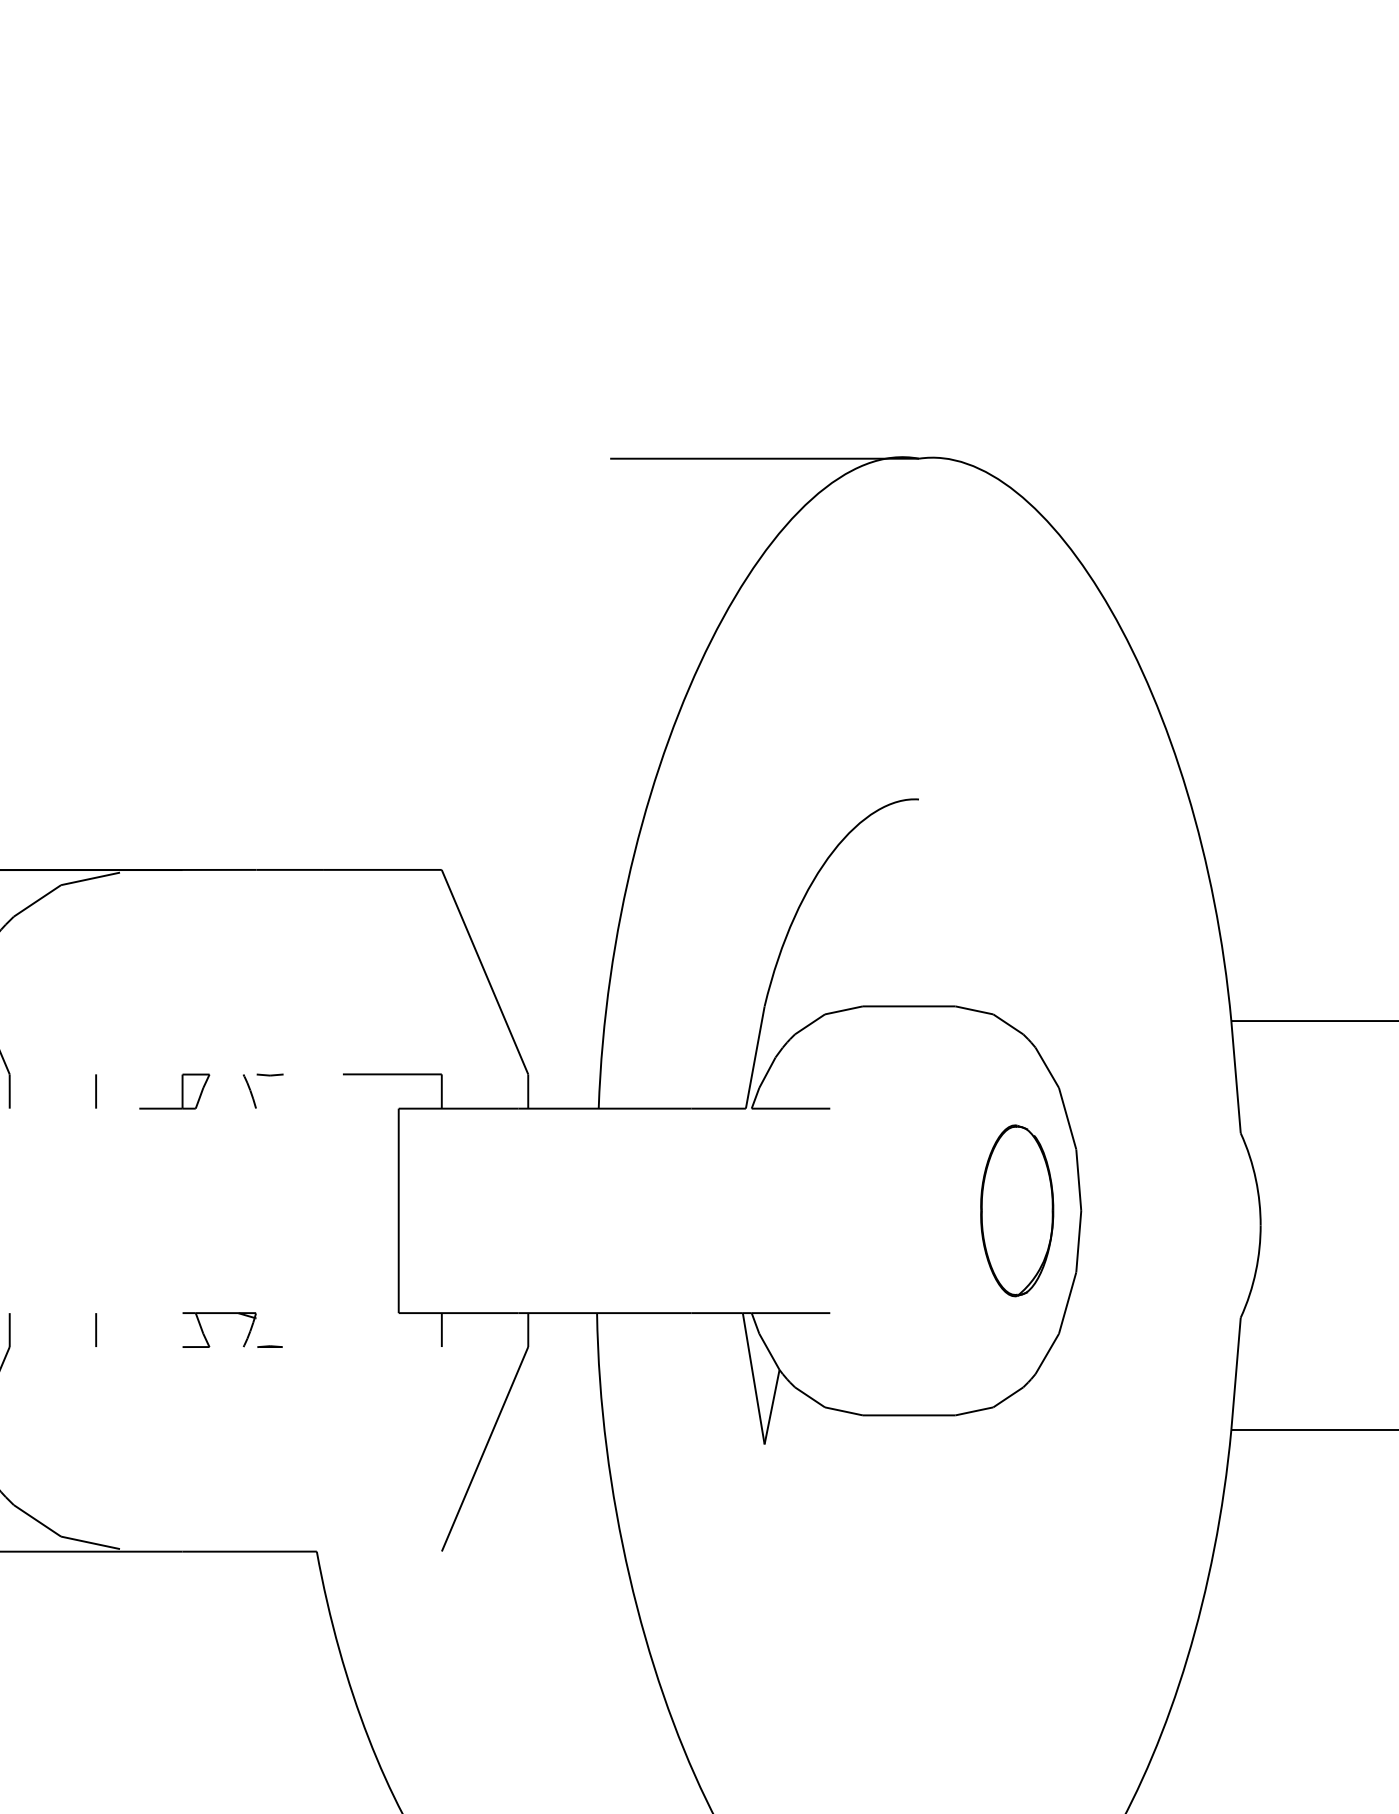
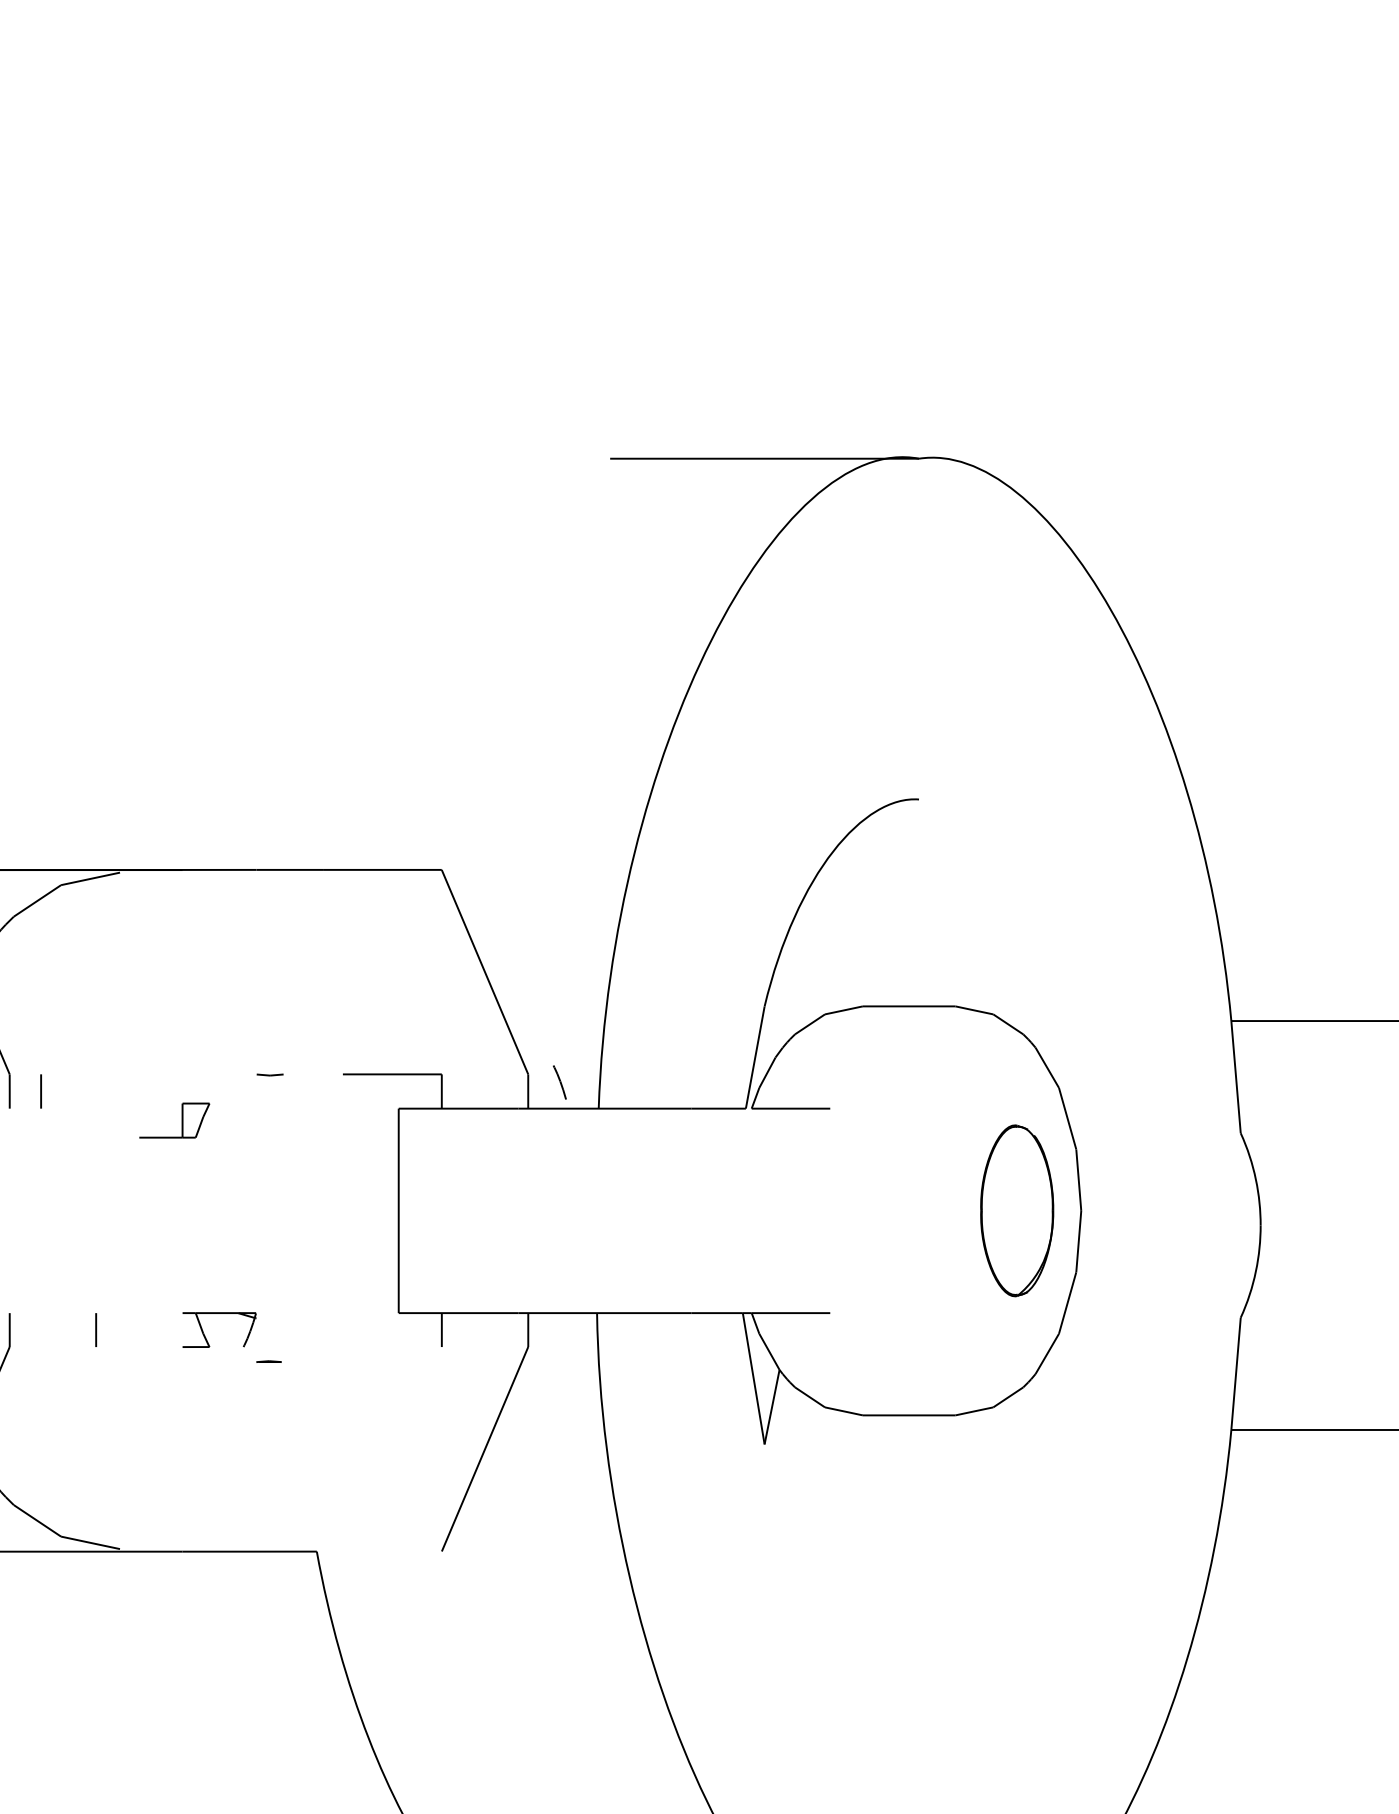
line at (95, 1091) position: (95, 1091) -> (40, 1091)
part at (181, 1091) position: (181, 1091) -> (181, 1120)
line at (249, 1091) position: (249, 1091) -> (559, 1082)
line at (269, 1346) position: (269, 1346) -> (268, 1361)
